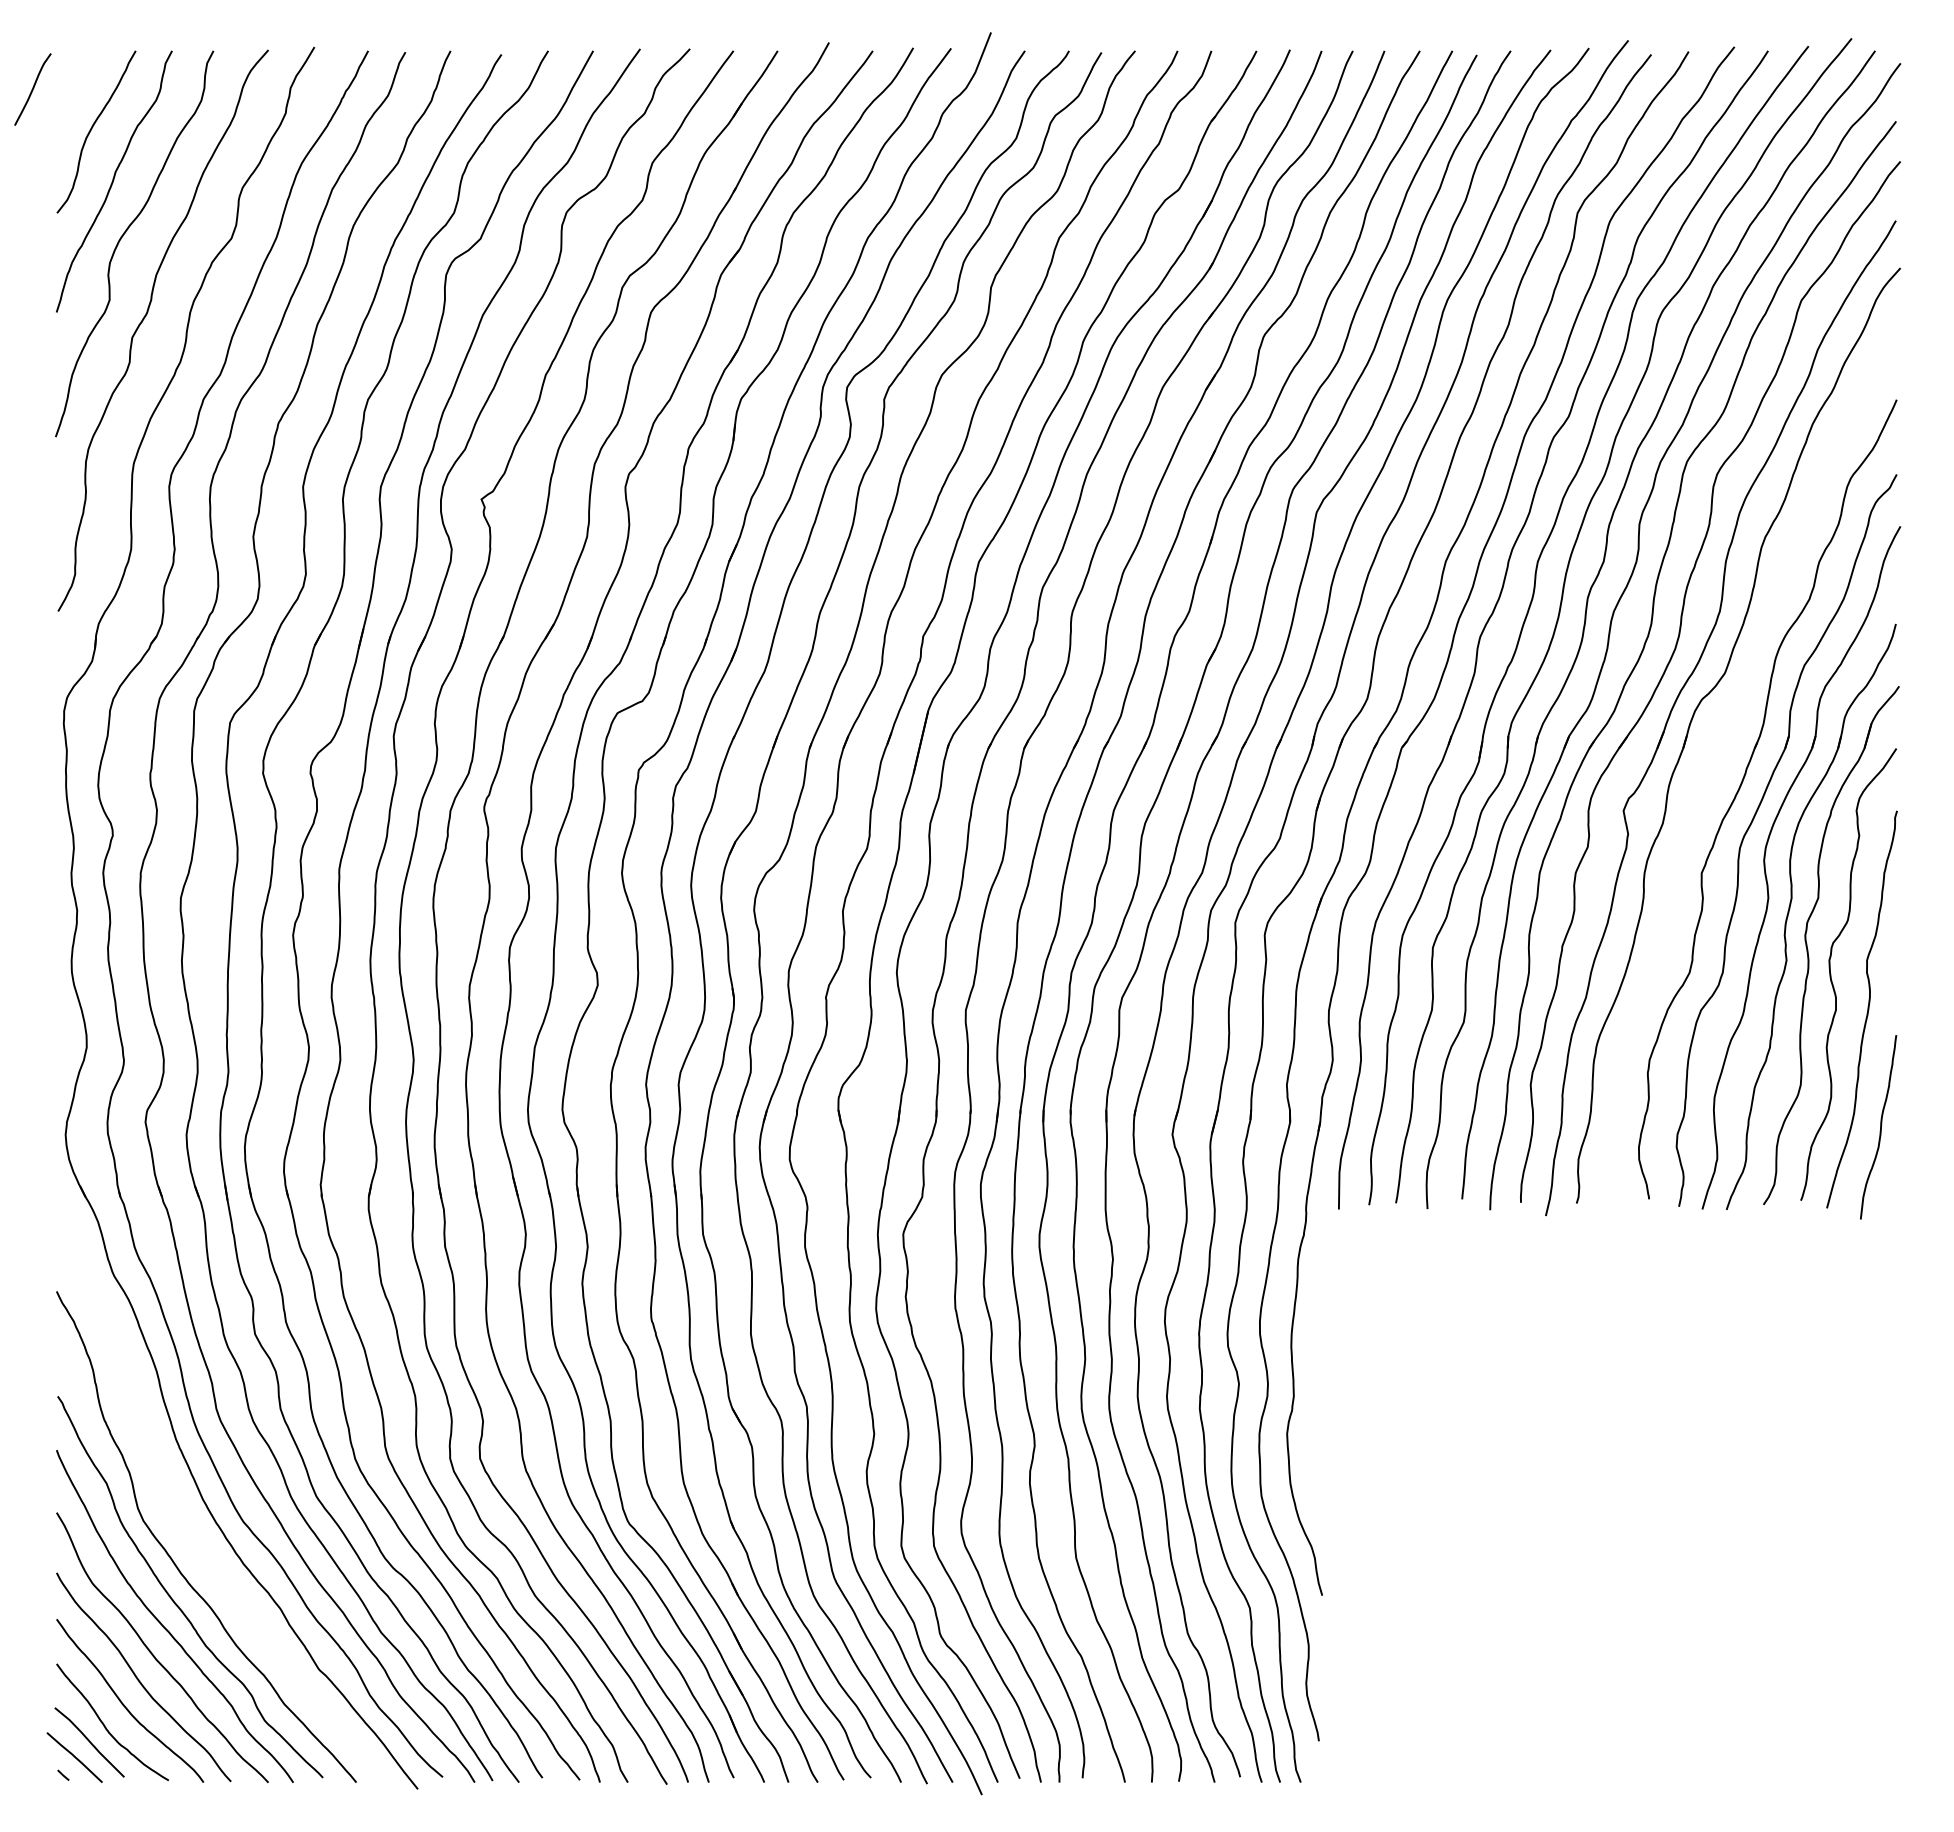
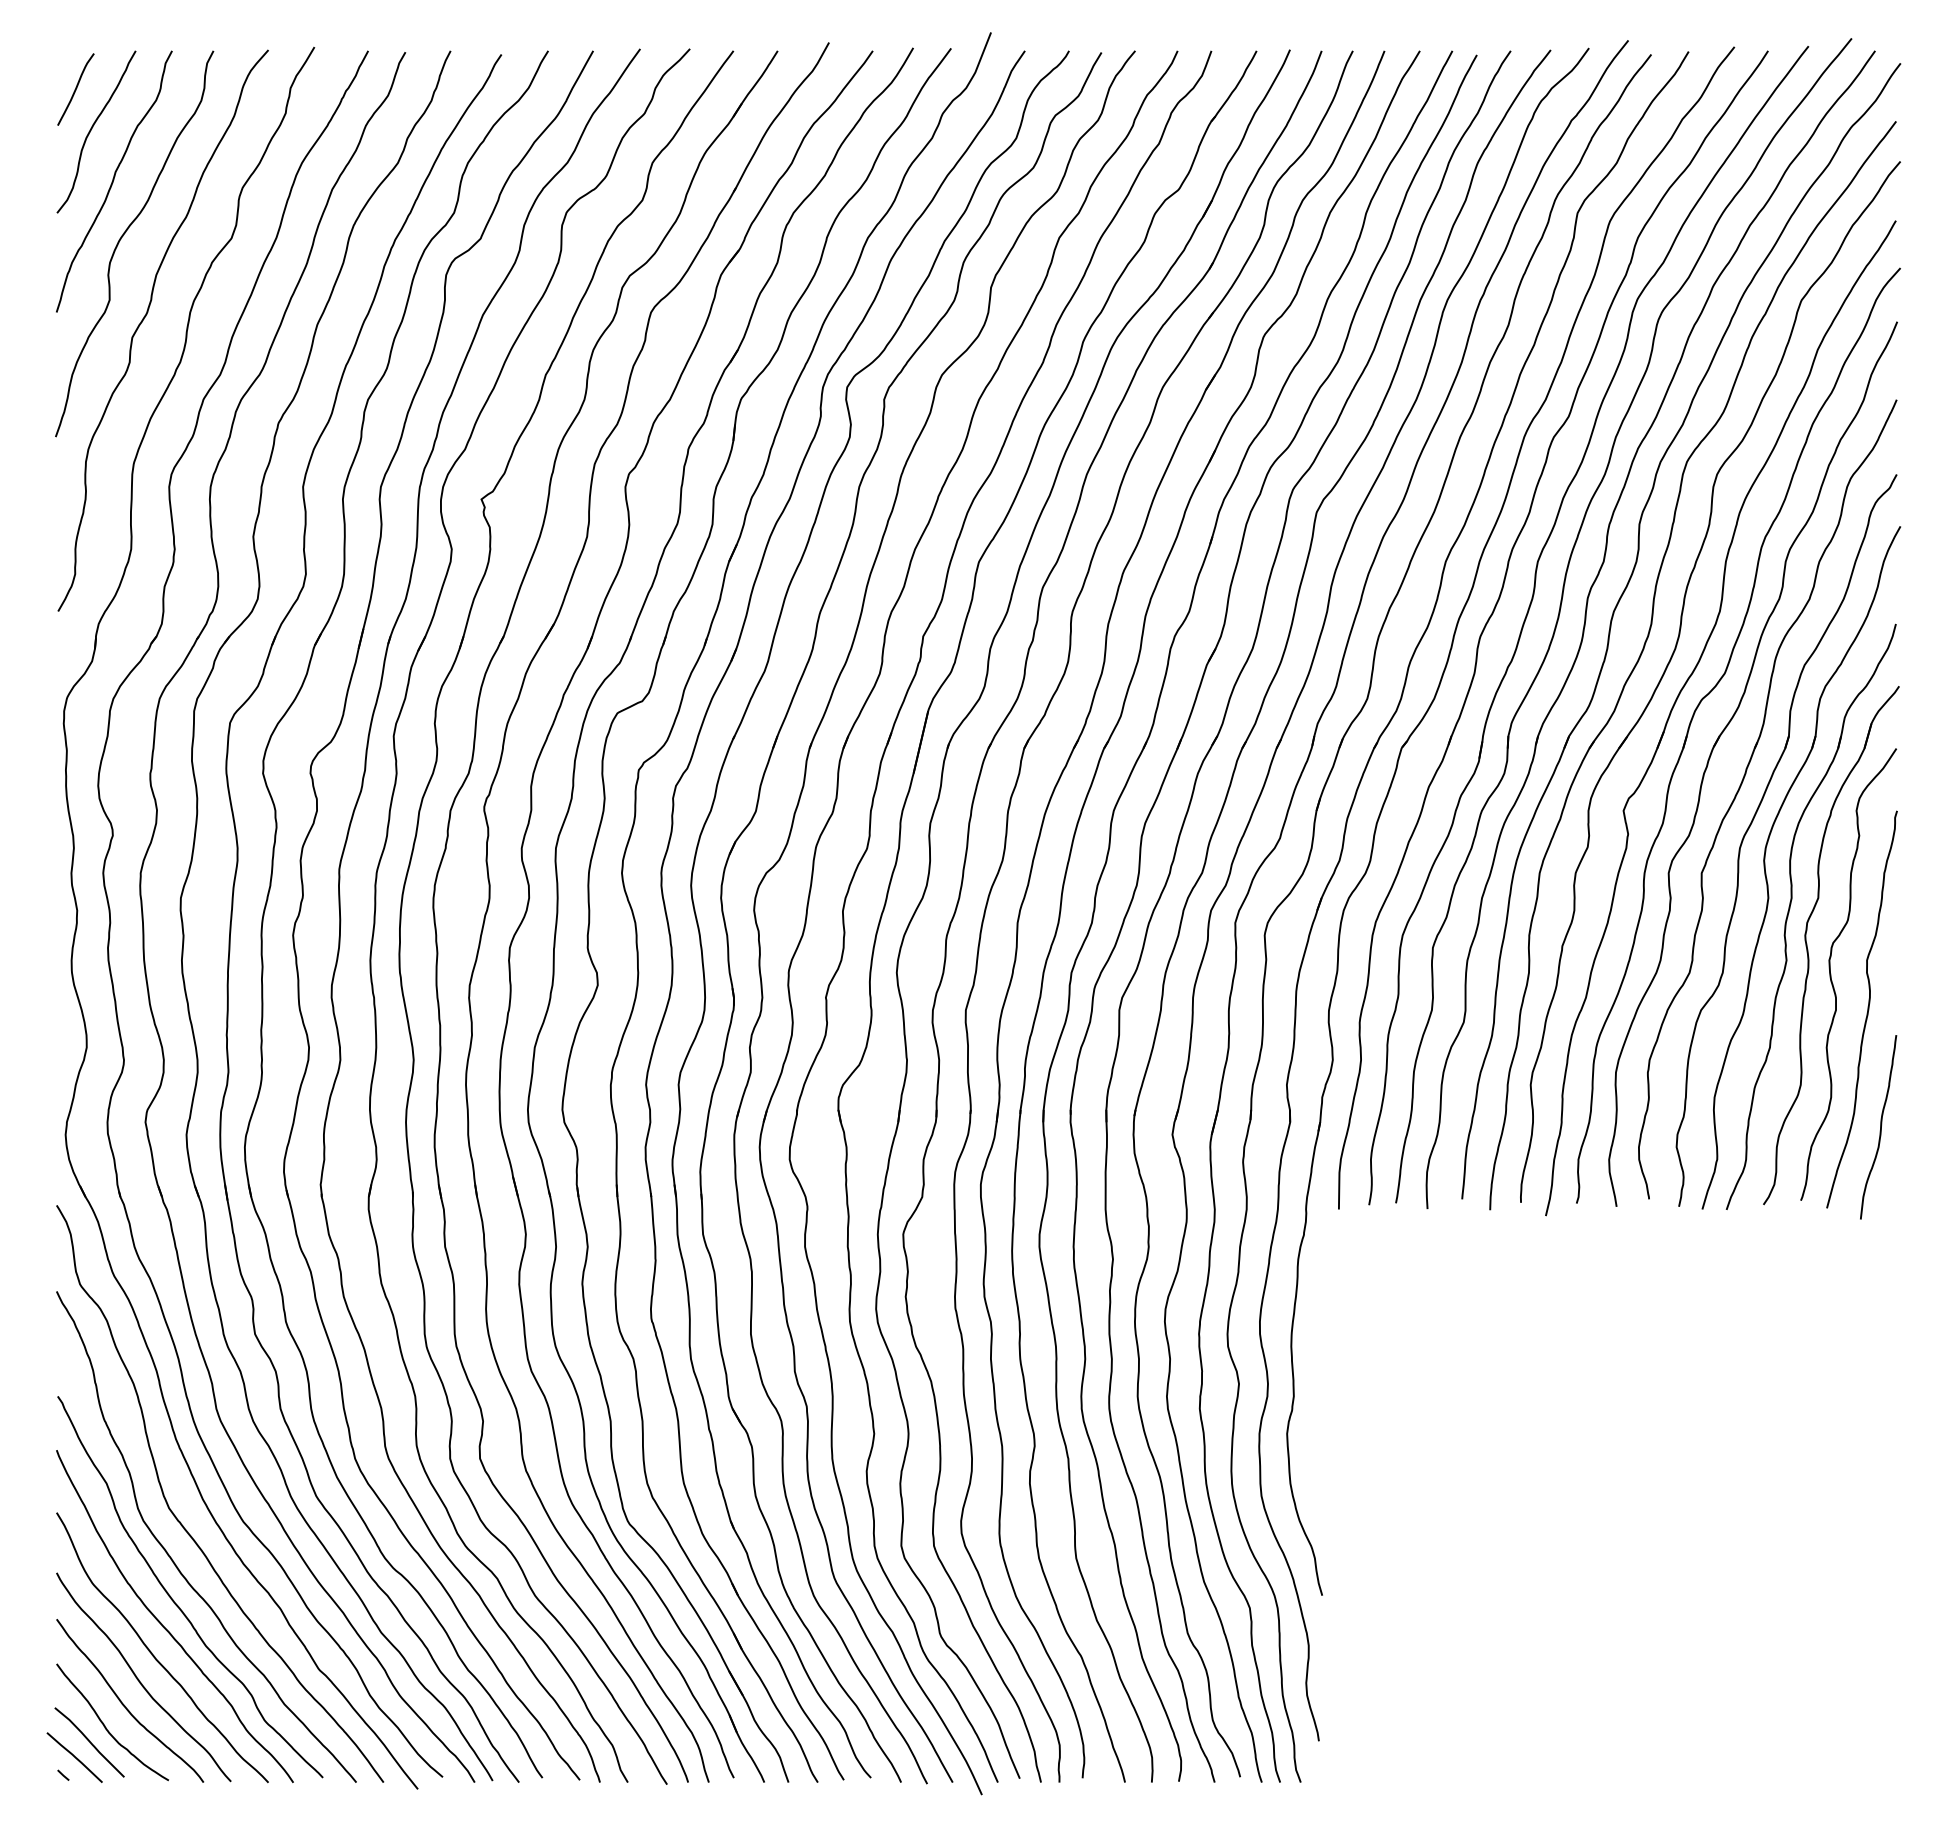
curve at (32, 89) position: (32, 89) -> (75, 89)
part at (1716, 744): none -> present
curve at (181, 1522): none -> present
